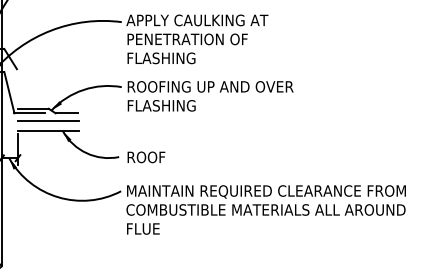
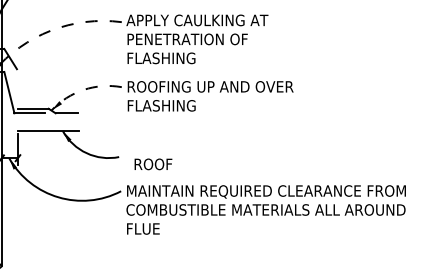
arc at (56, 28): solid -> dashed
arc at (83, 89): solid -> dashed
line at (47, 120): present -> none
text at (146, 157) position: (146, 157) -> (153, 164)
